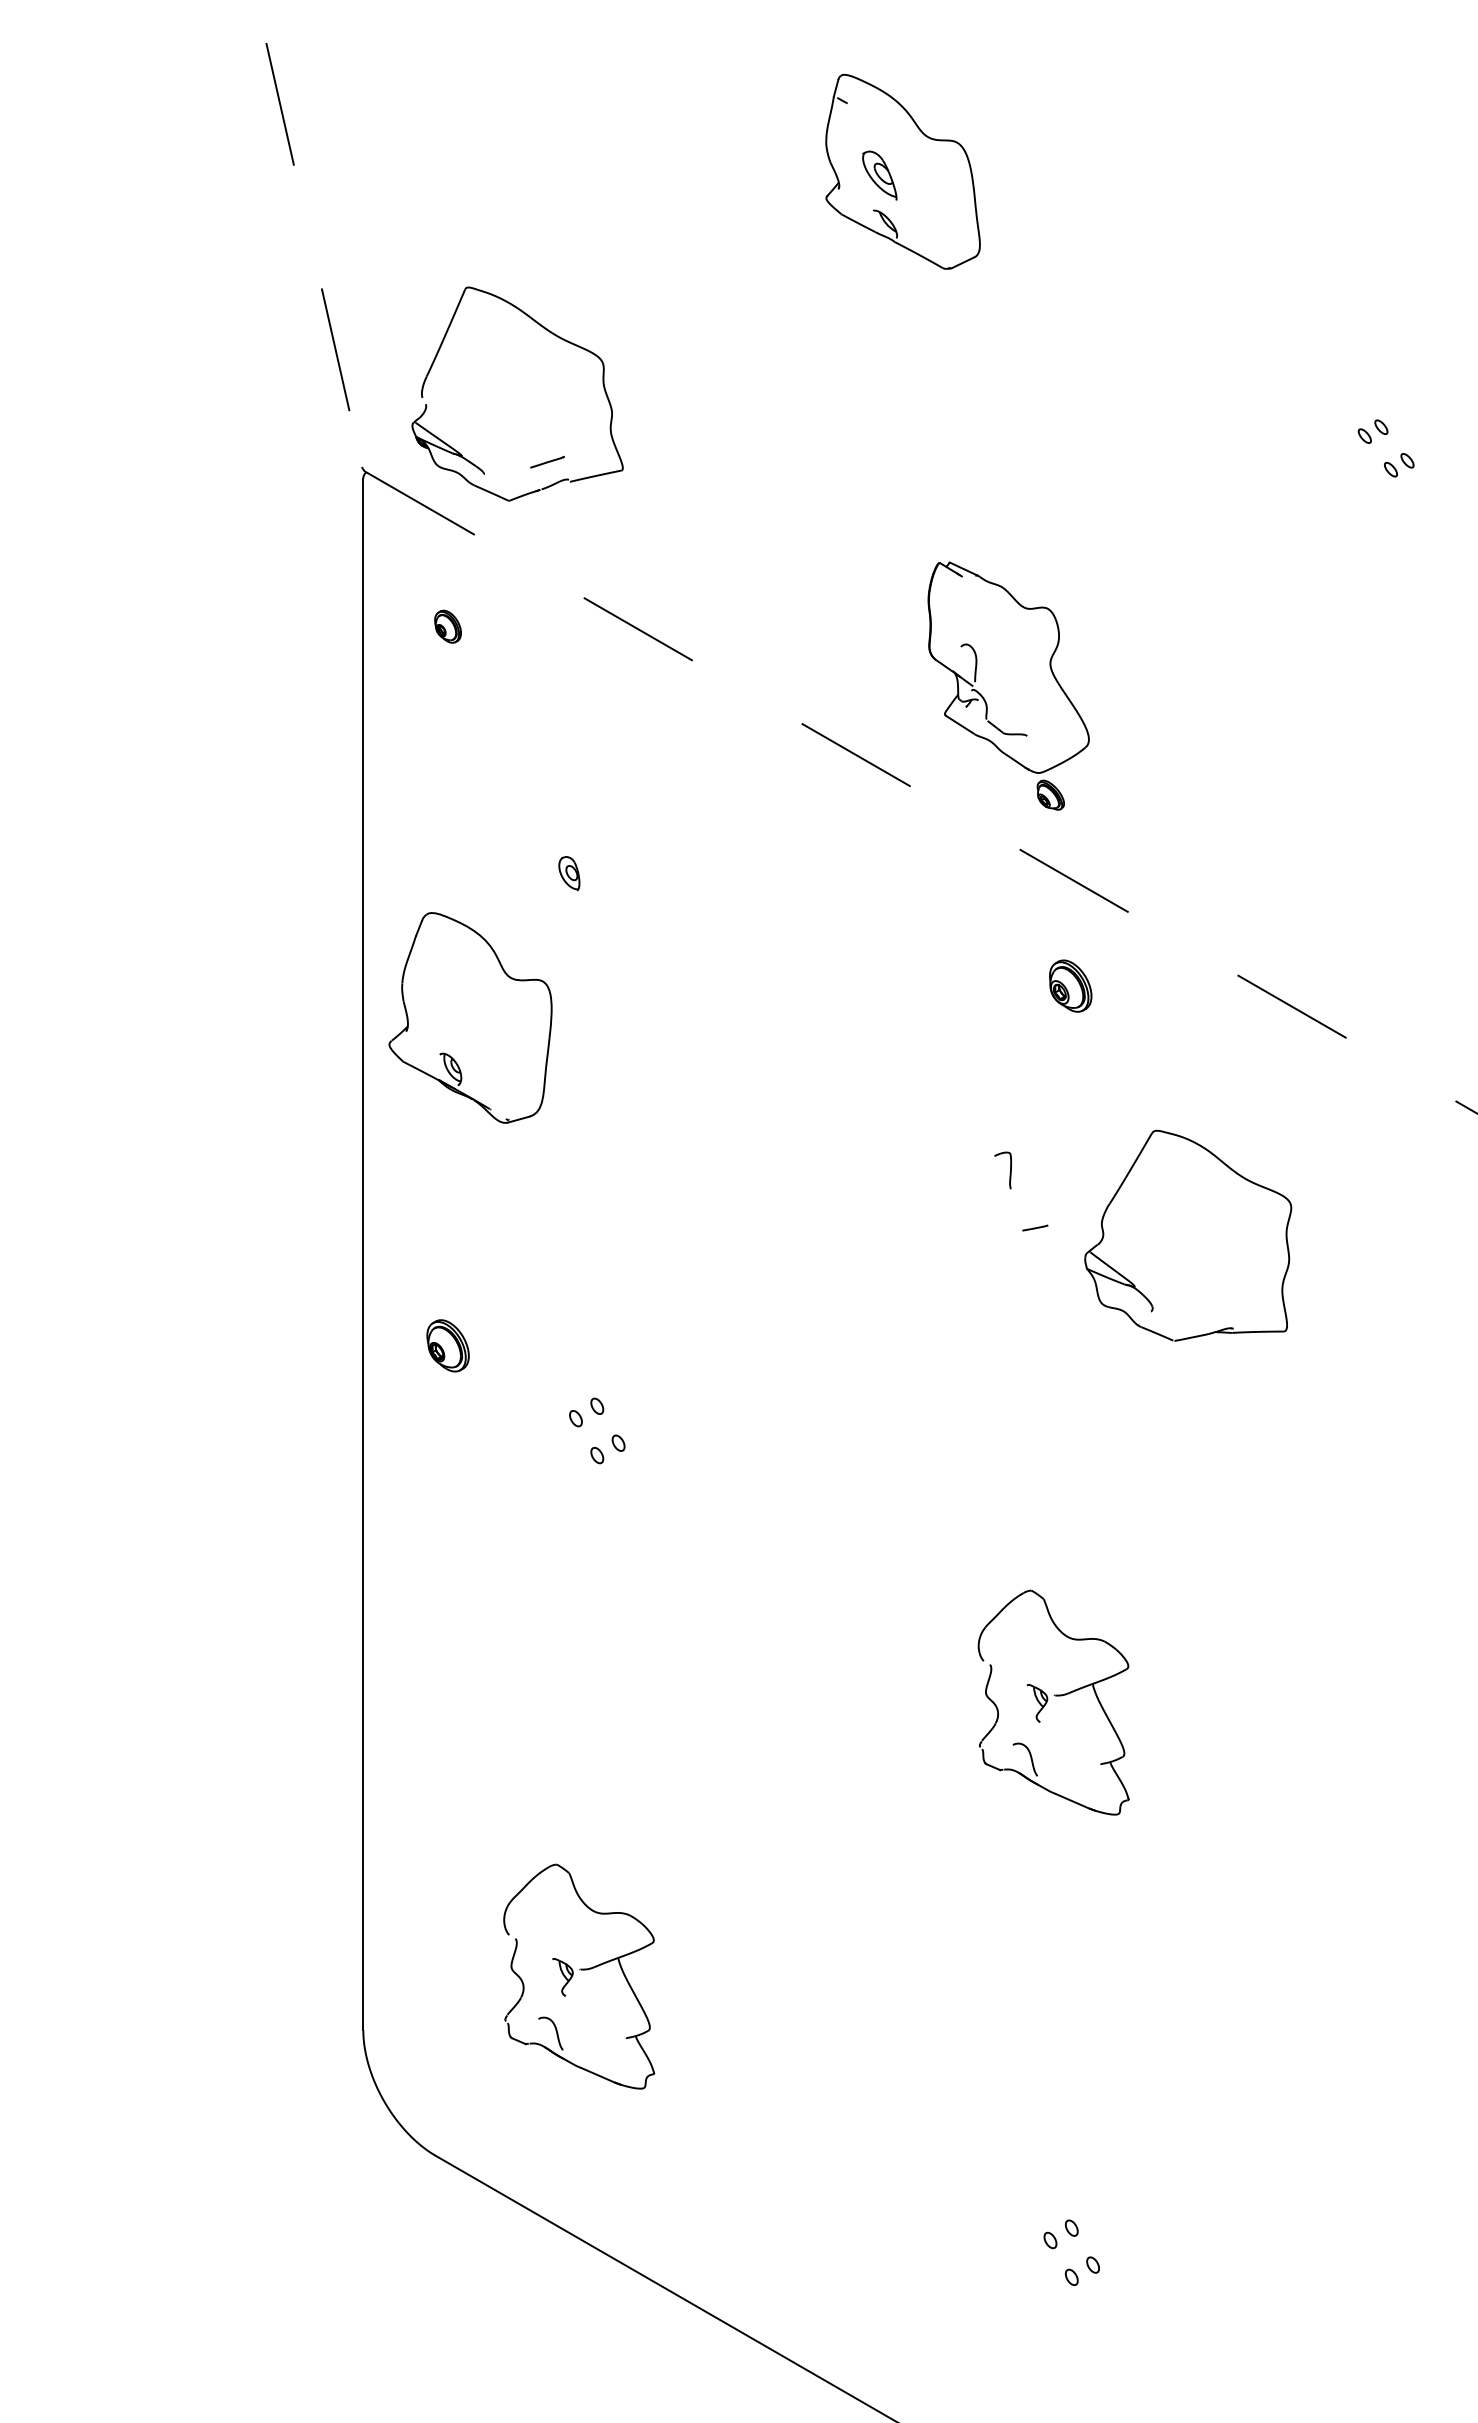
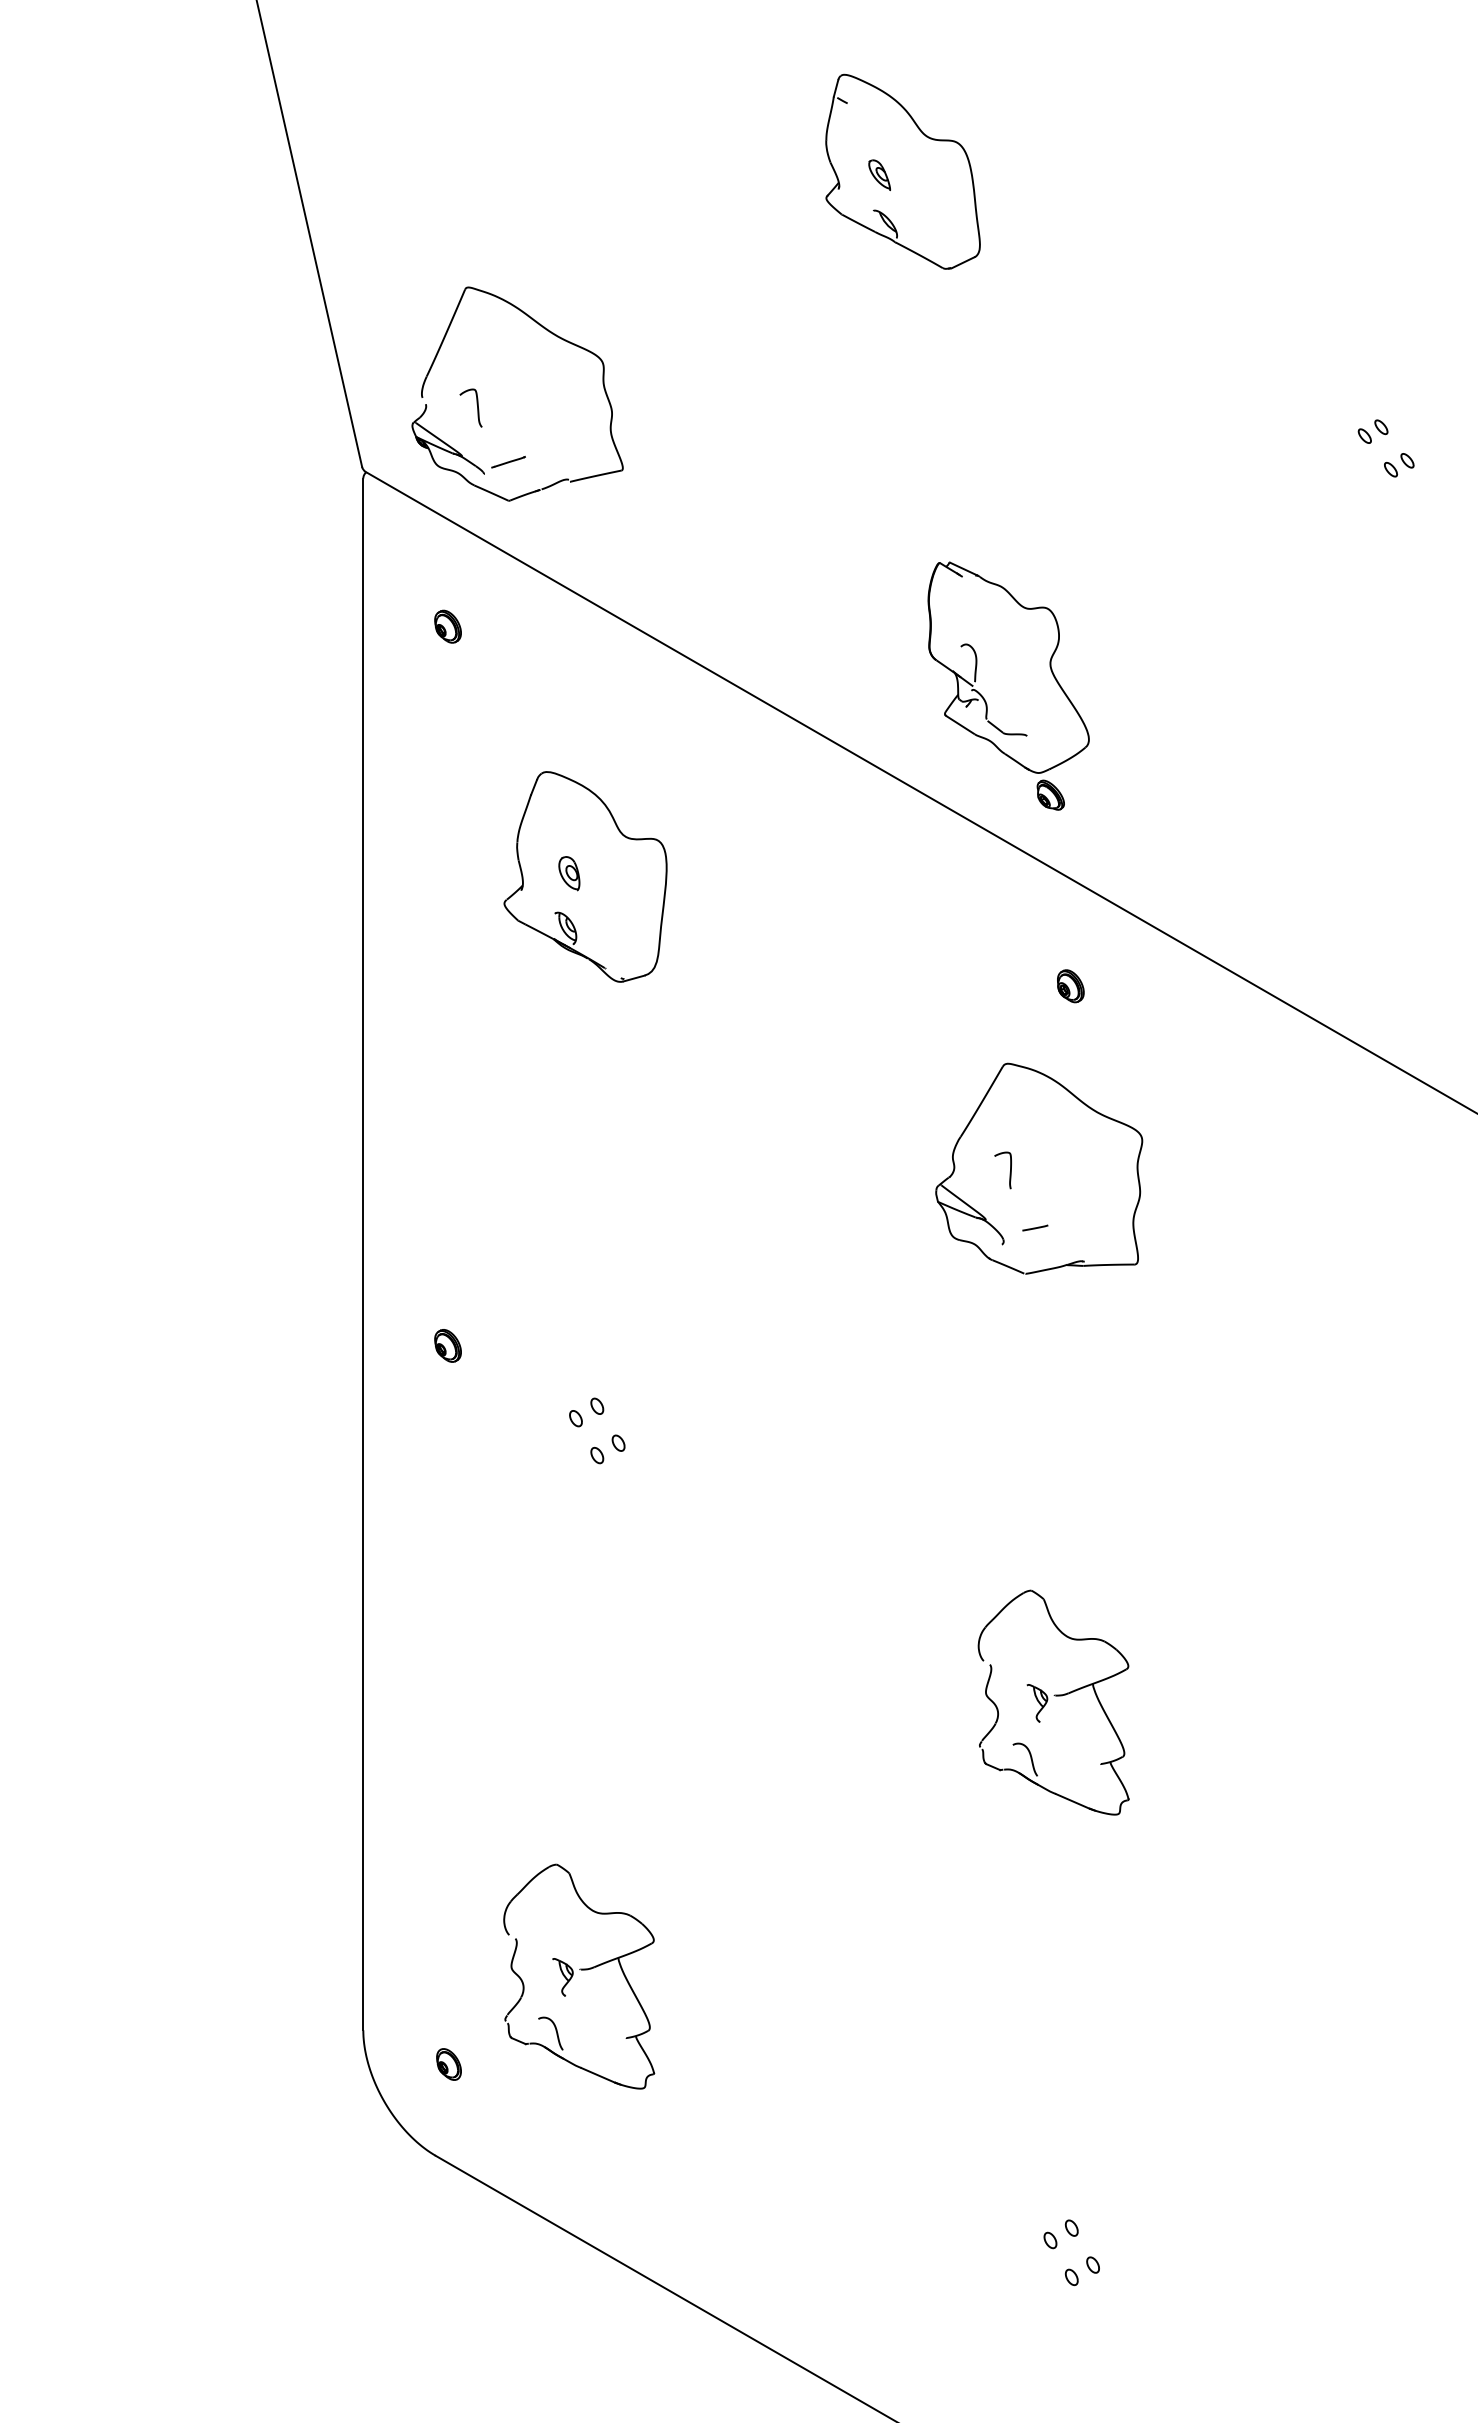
part at (879, 175) size: 36x51 px -> 23x32 px
line at (309, 233): dashed -> solid
curve at (476, 404): none -> present
line at (547, 462) position: (547, 462) -> (508, 462)
line at (921, 792): dashed -> solid
part at (1070, 985) size: 44x54 px -> 28x35 px
part at (470, 1017) position: (470, 1017) -> (585, 876)
part at (1188, 1235) position: (1188, 1235) -> (1039, 1168)
part at (447, 1345) size: 44x54 px -> 28x34 px
part at (448, 2064): none -> present
